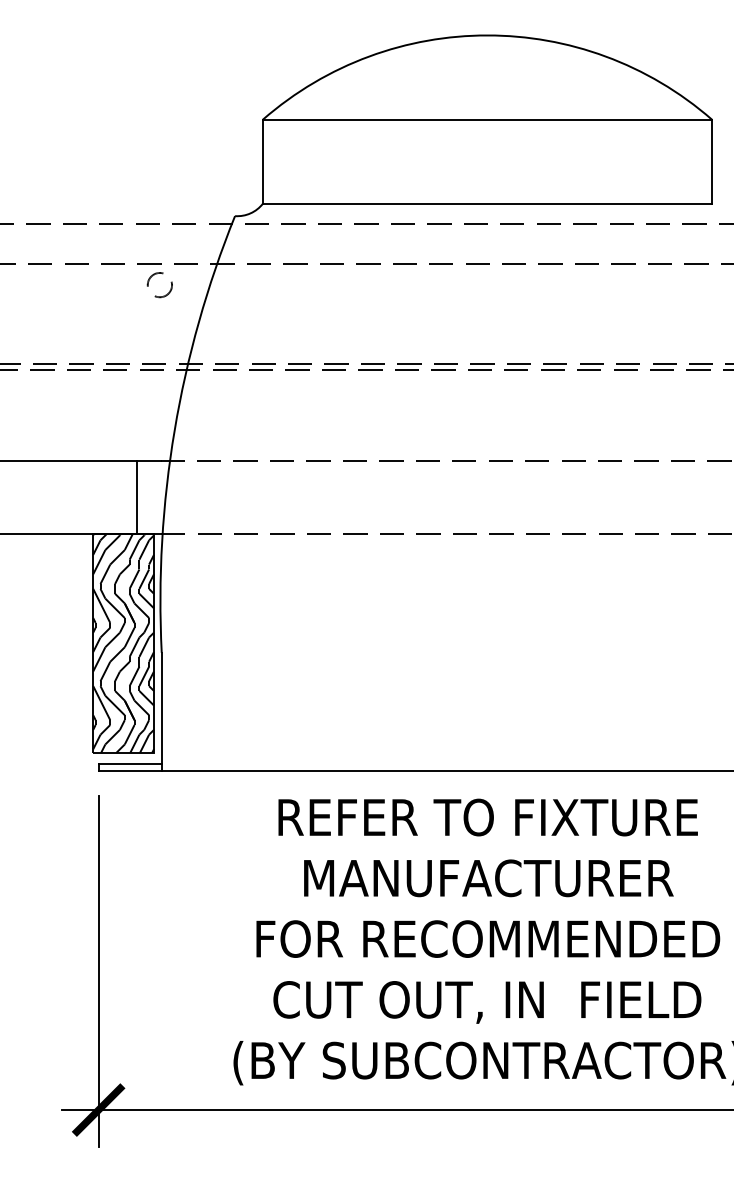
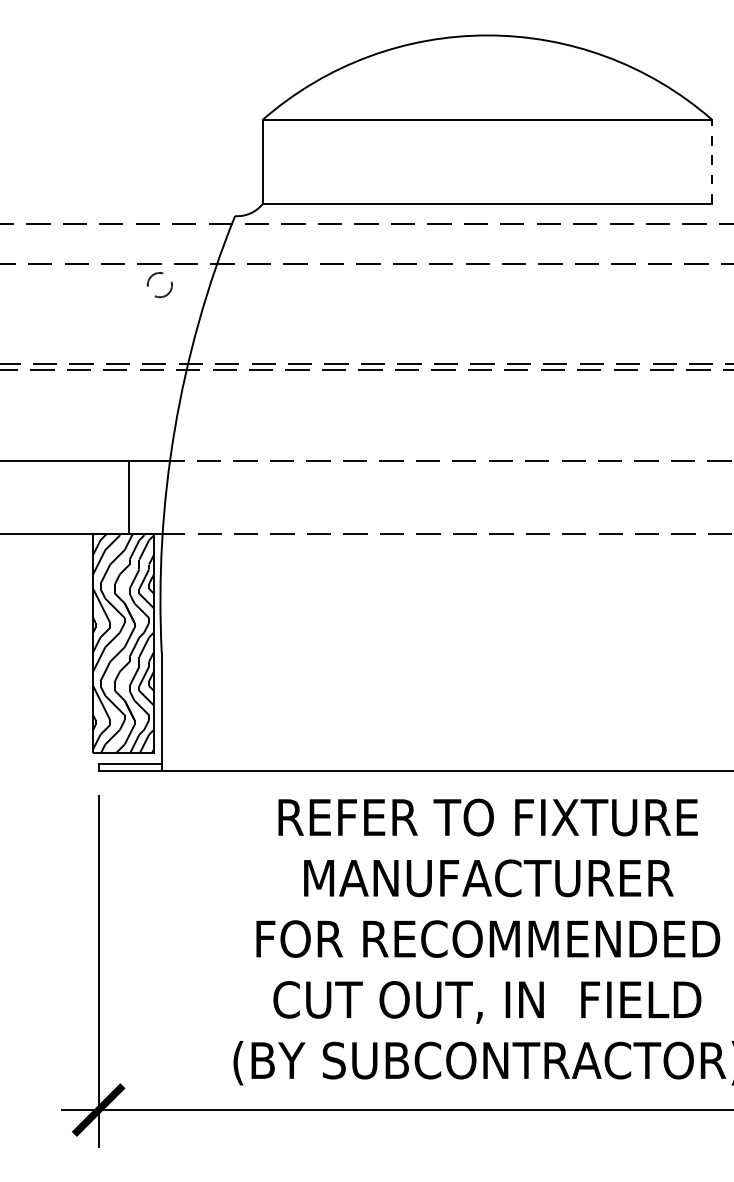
line at (711, 161): solid -> dashed
line at (136, 497) position: (136, 497) -> (128, 497)
